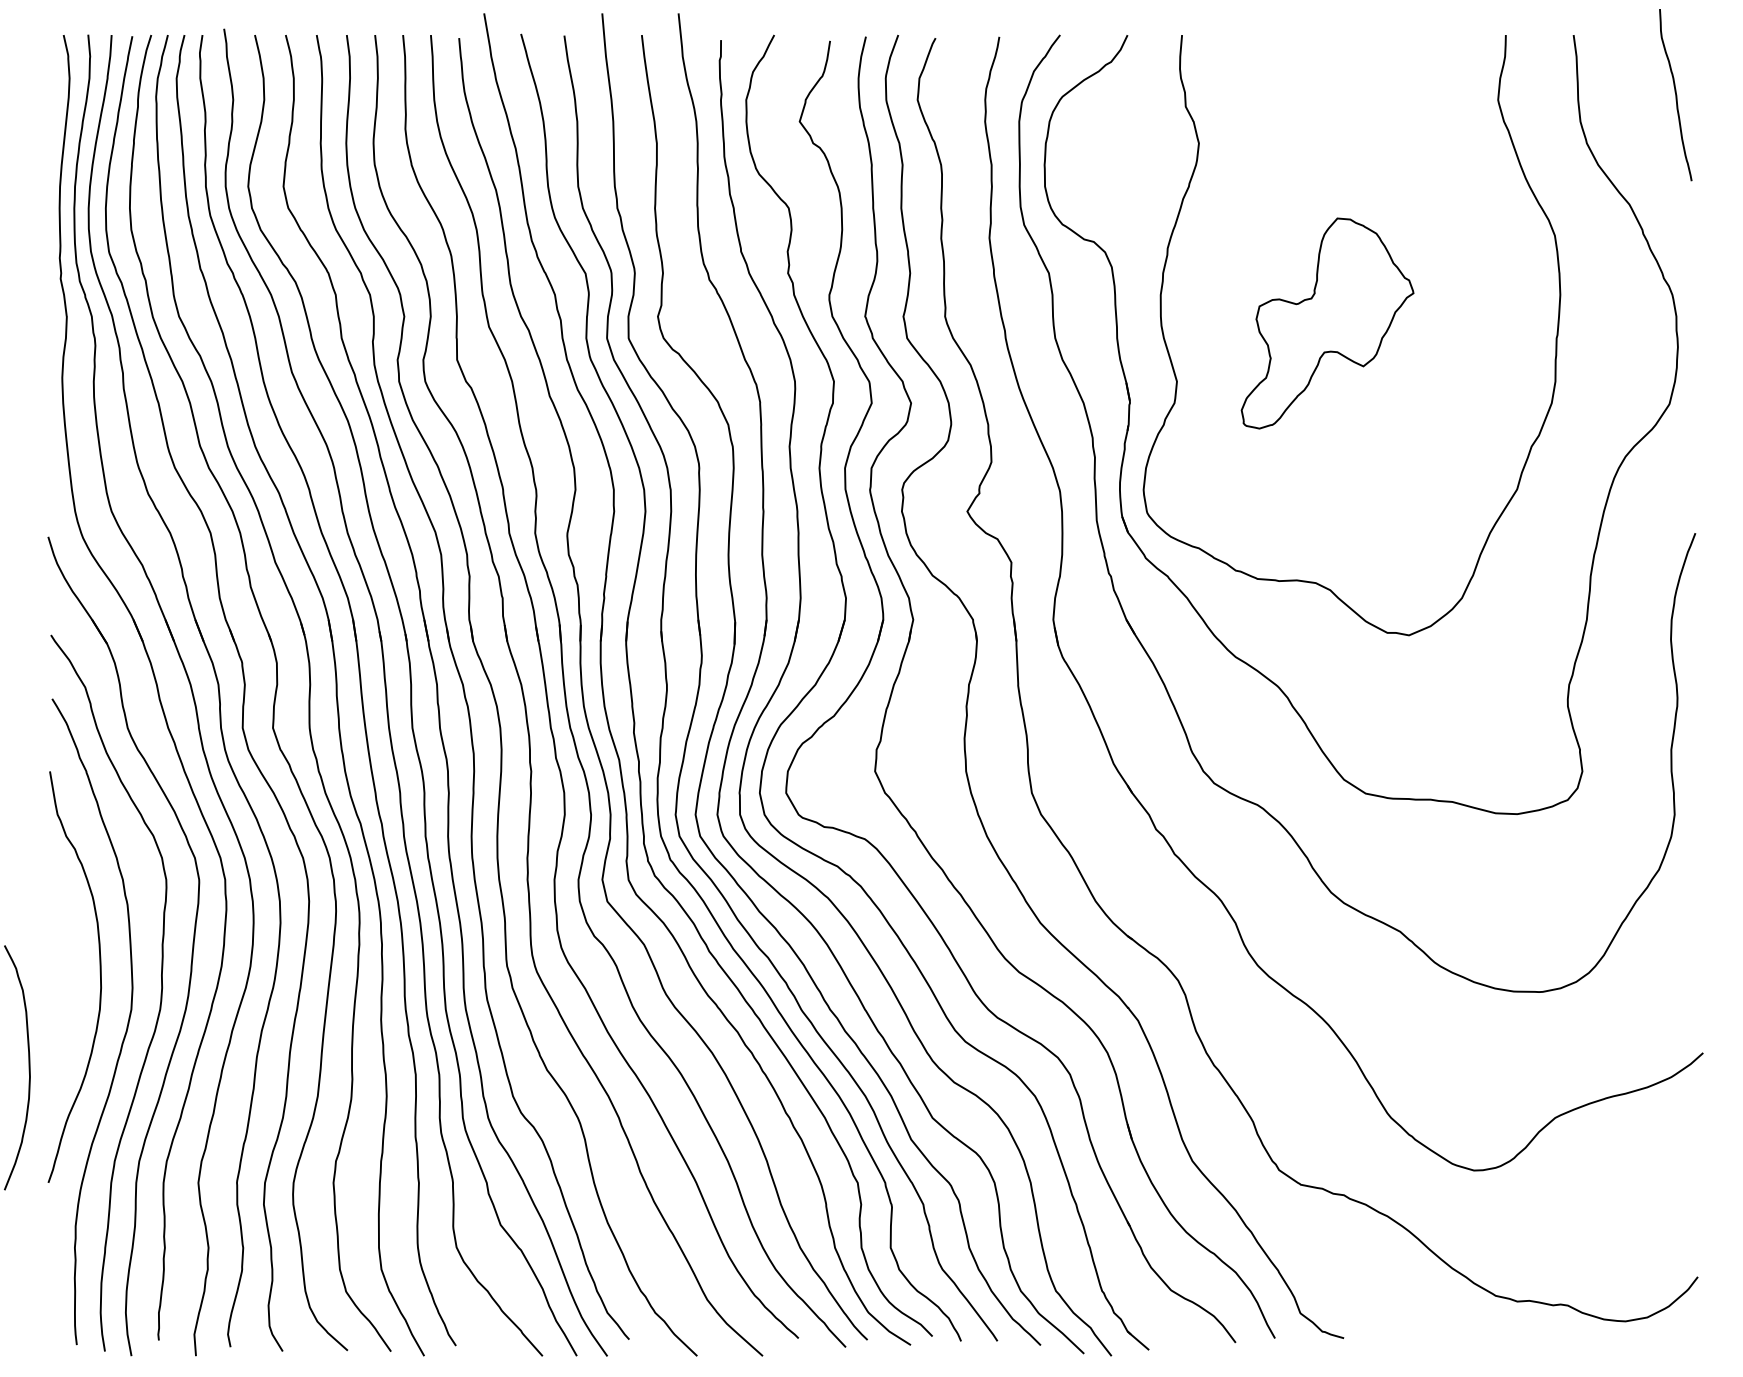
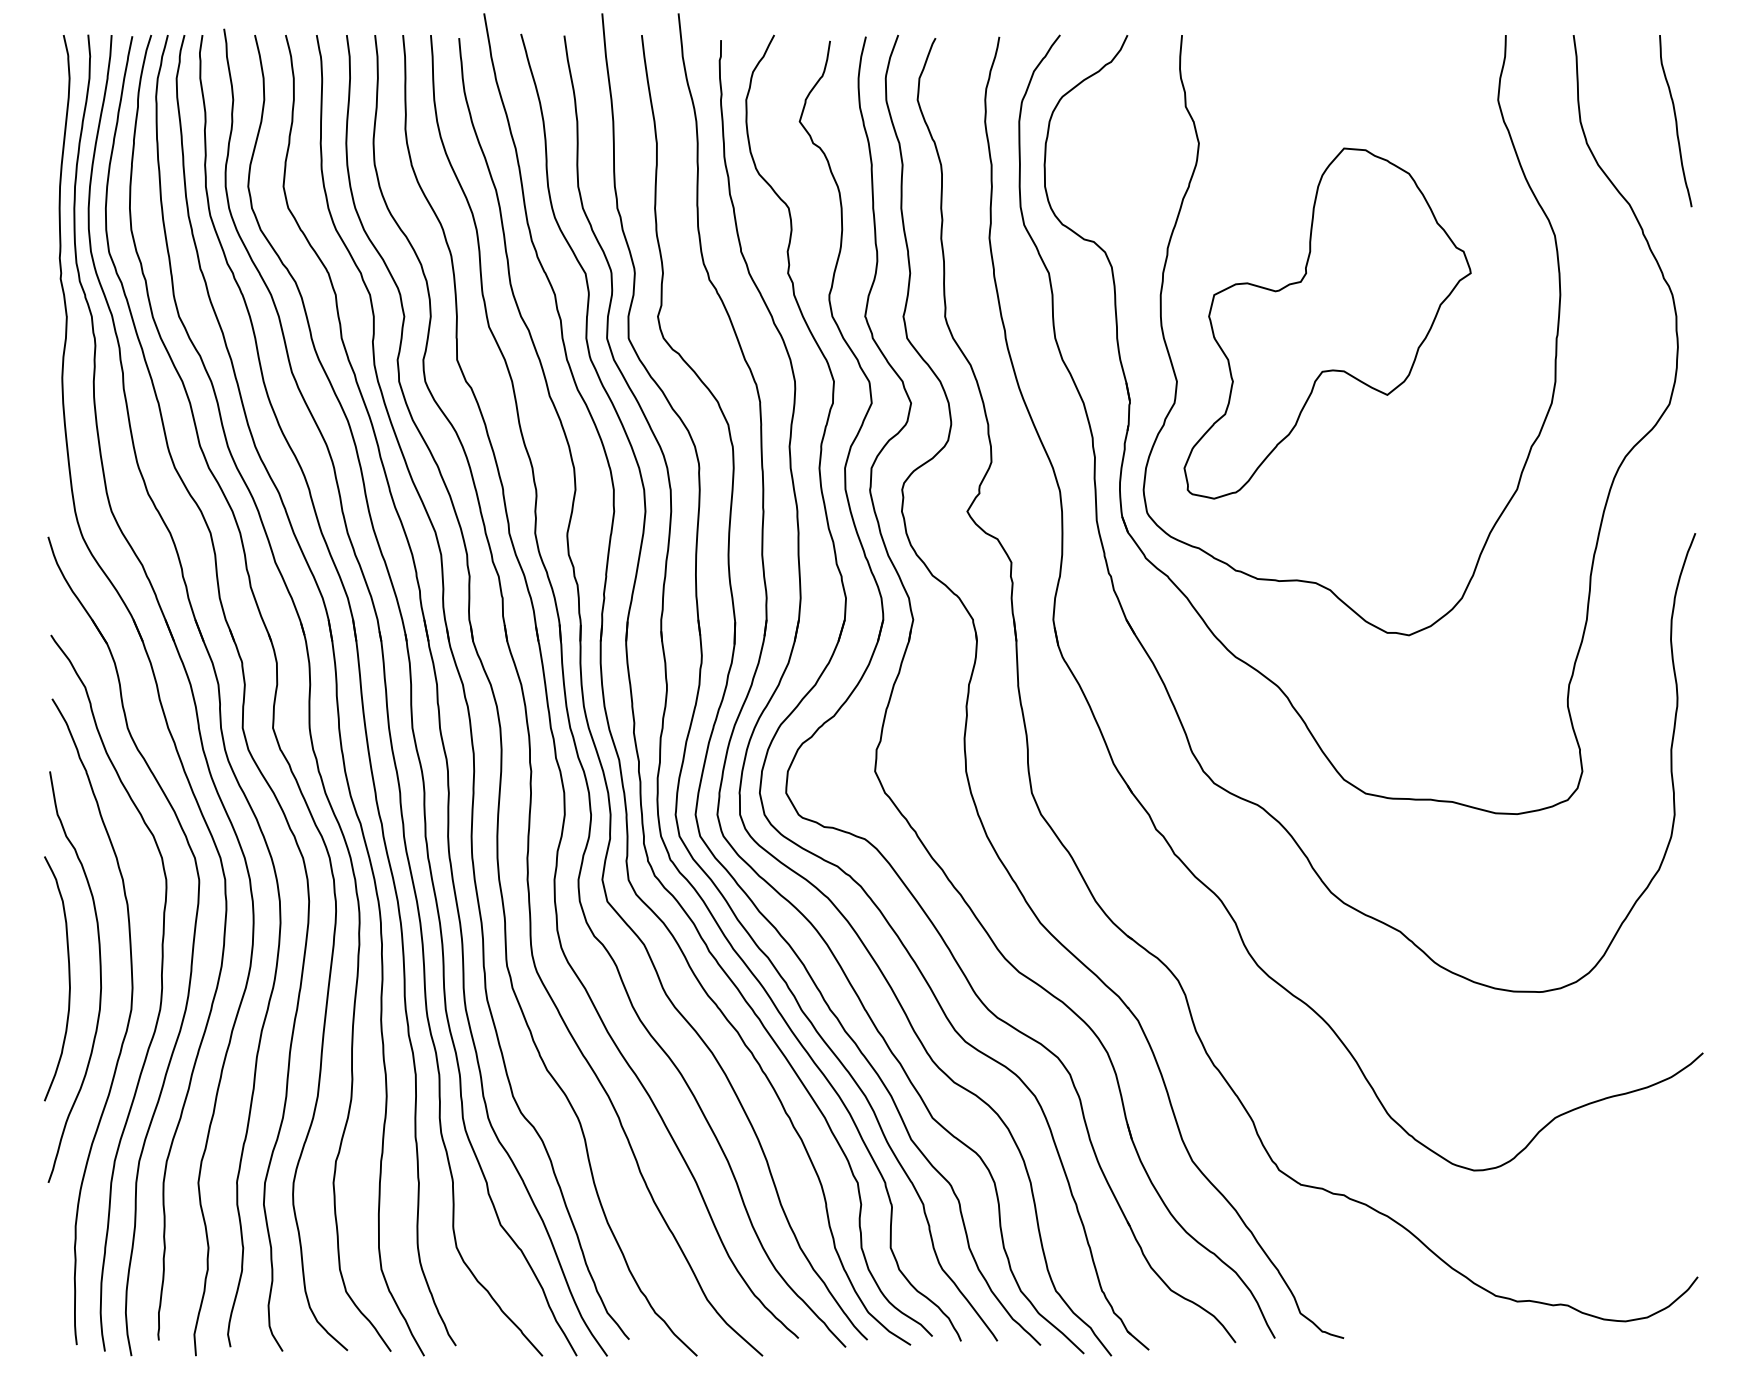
curve at (1675, 95) position: (1675, 95) -> (1675, 121)
part at (1327, 323) size: 175x213 px -> 289x353 px
curve at (28, 1067) position: (28, 1067) -> (68, 978)
